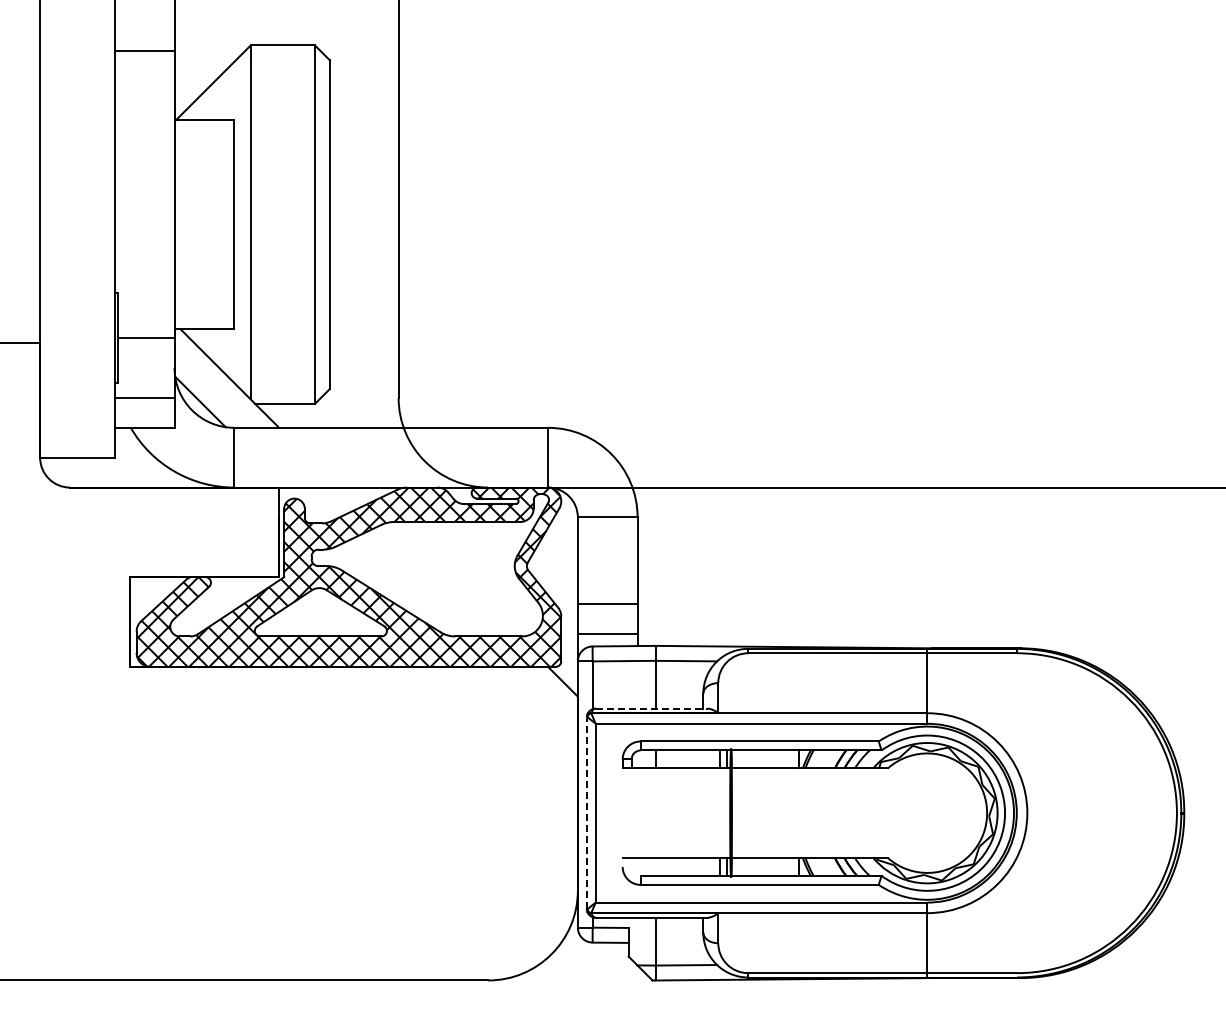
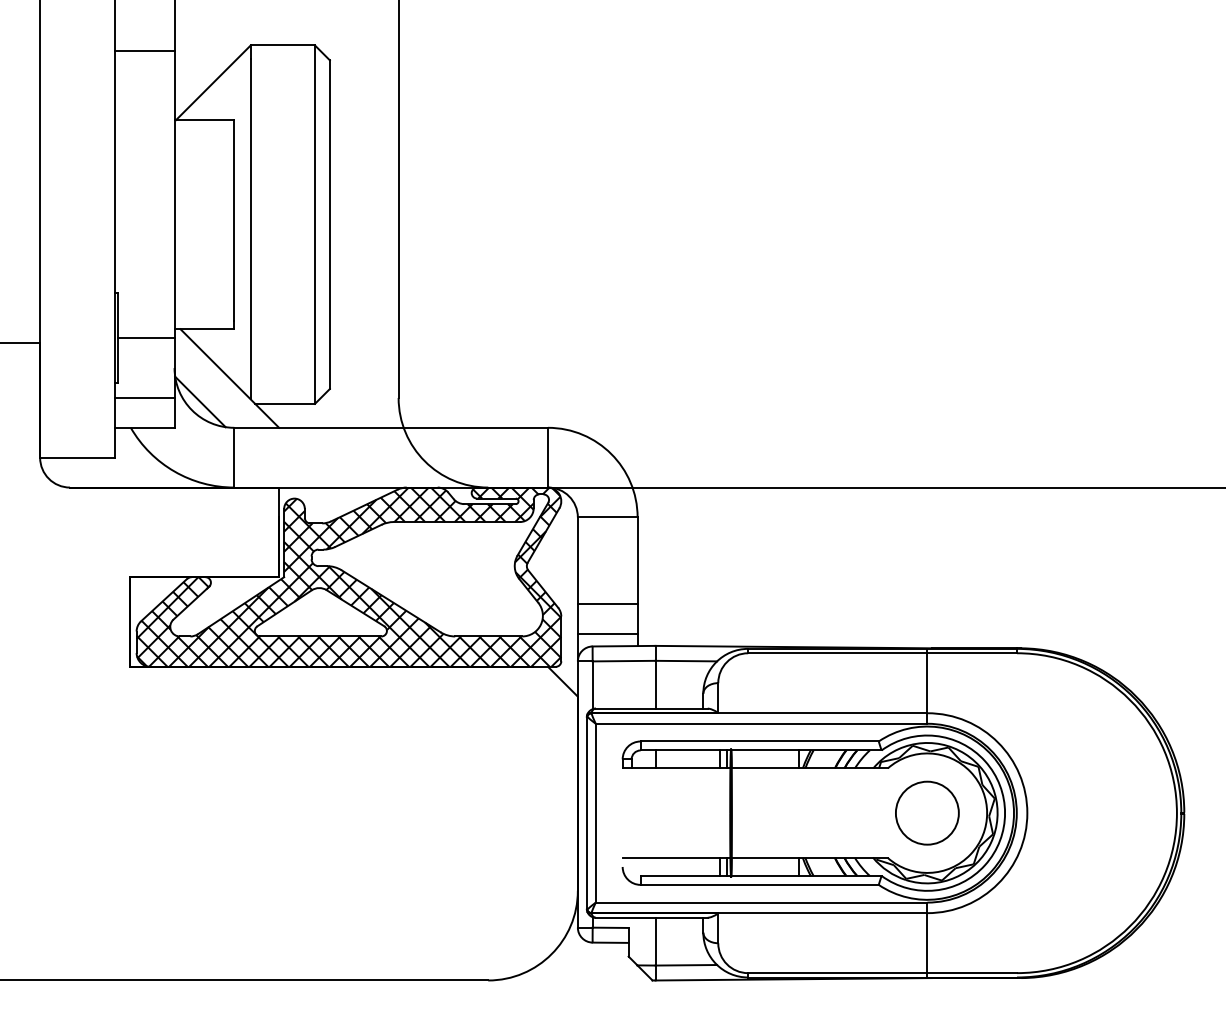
line at (651, 708): dashed -> solid
circle at (927, 812): none -> present
line at (586, 813): dashed -> solid
